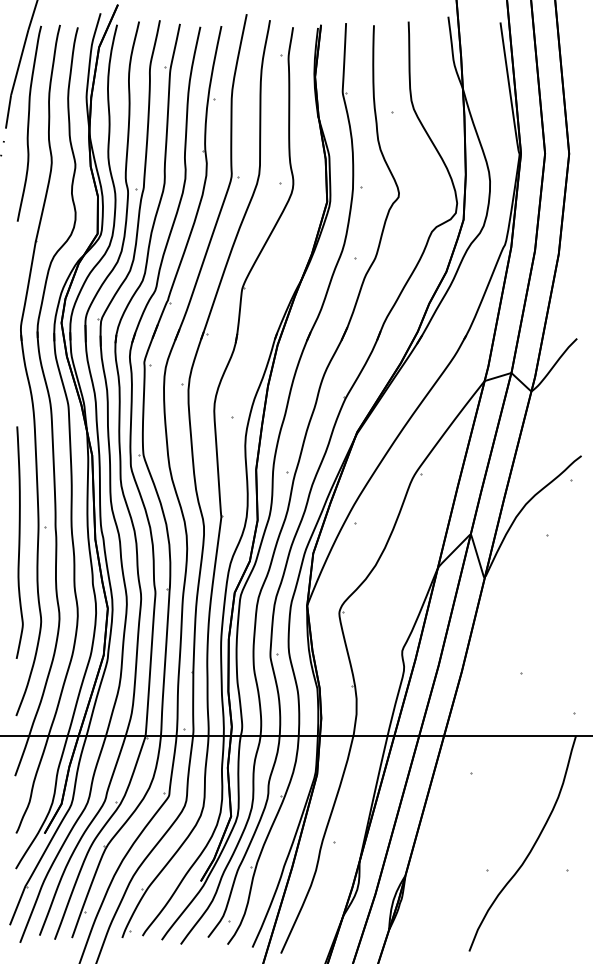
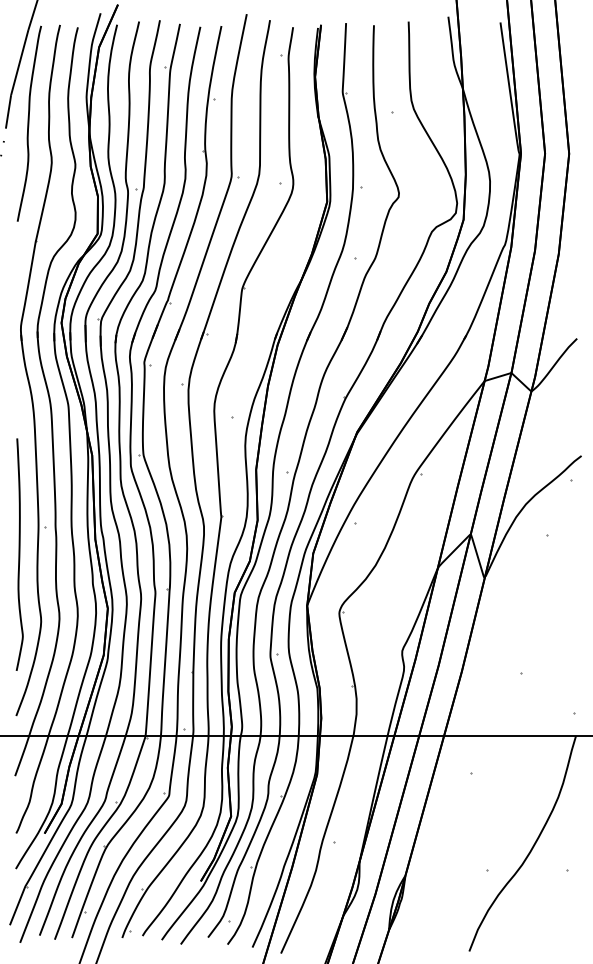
curve at (19, 542) position: (19, 542) -> (19, 554)
